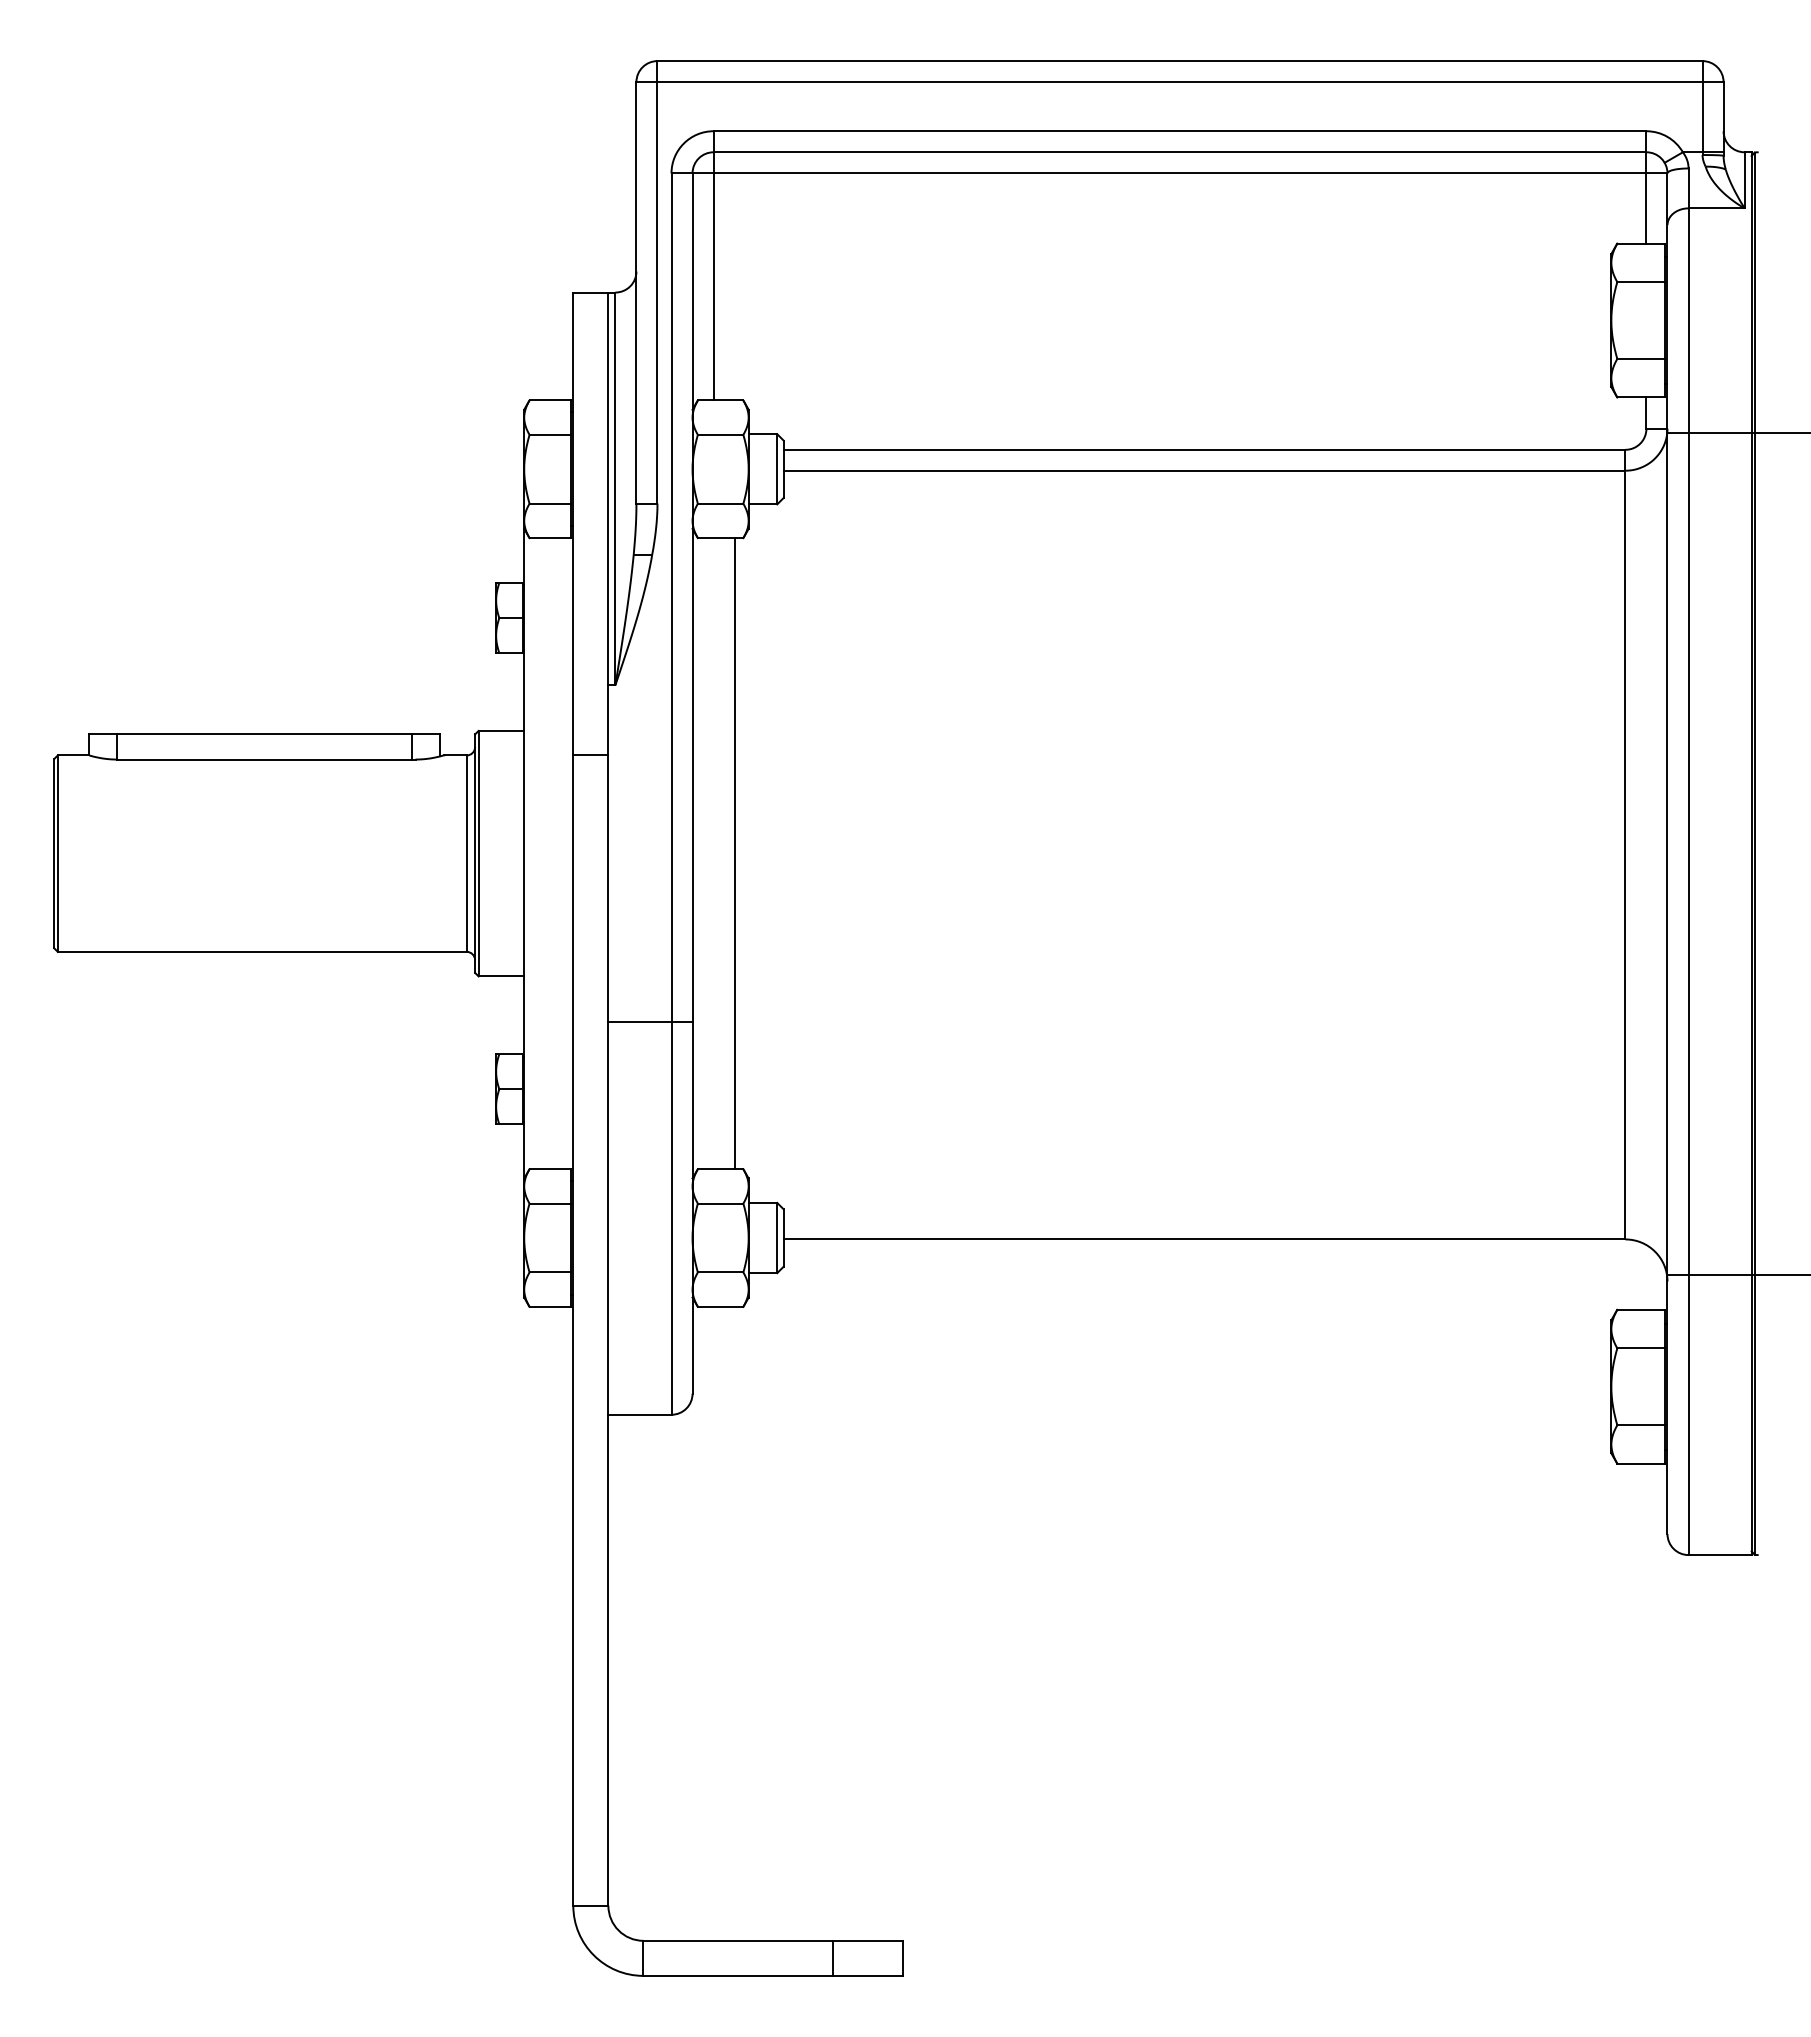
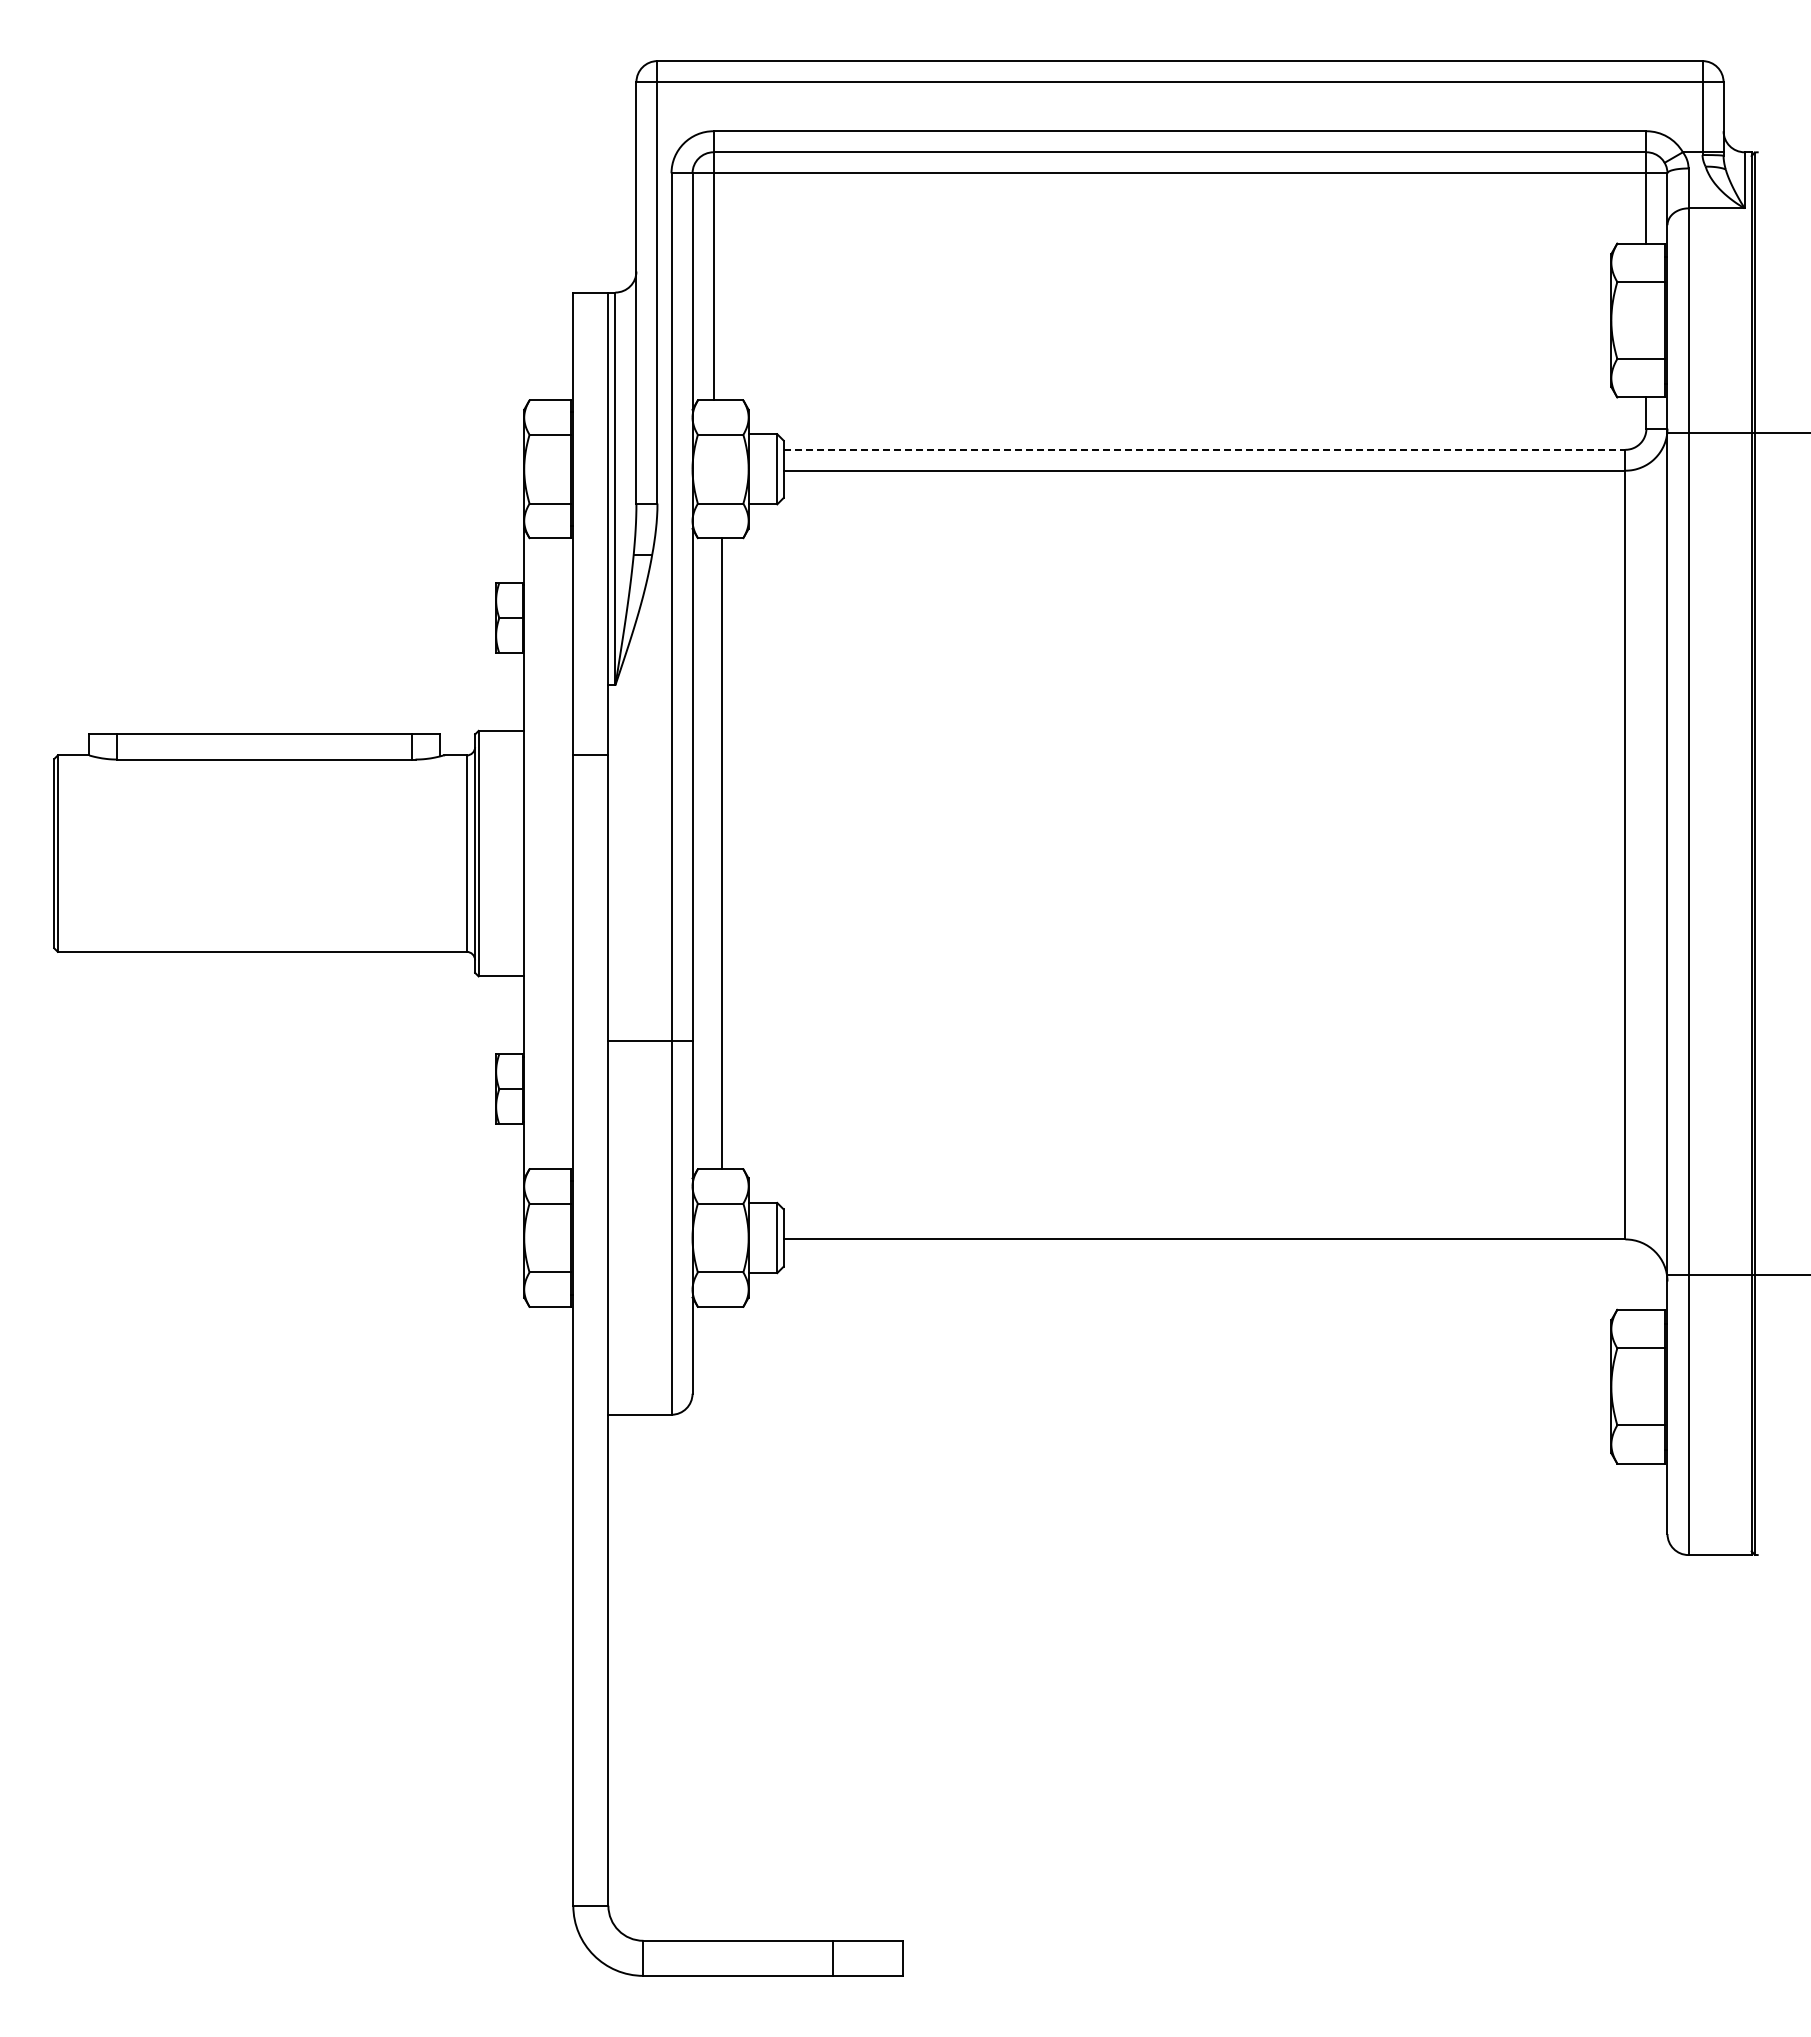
line at (1204, 449): solid -> dashed
line at (734, 853) position: (734, 853) -> (721, 853)
line at (650, 1022) position: (650, 1022) -> (650, 1041)
